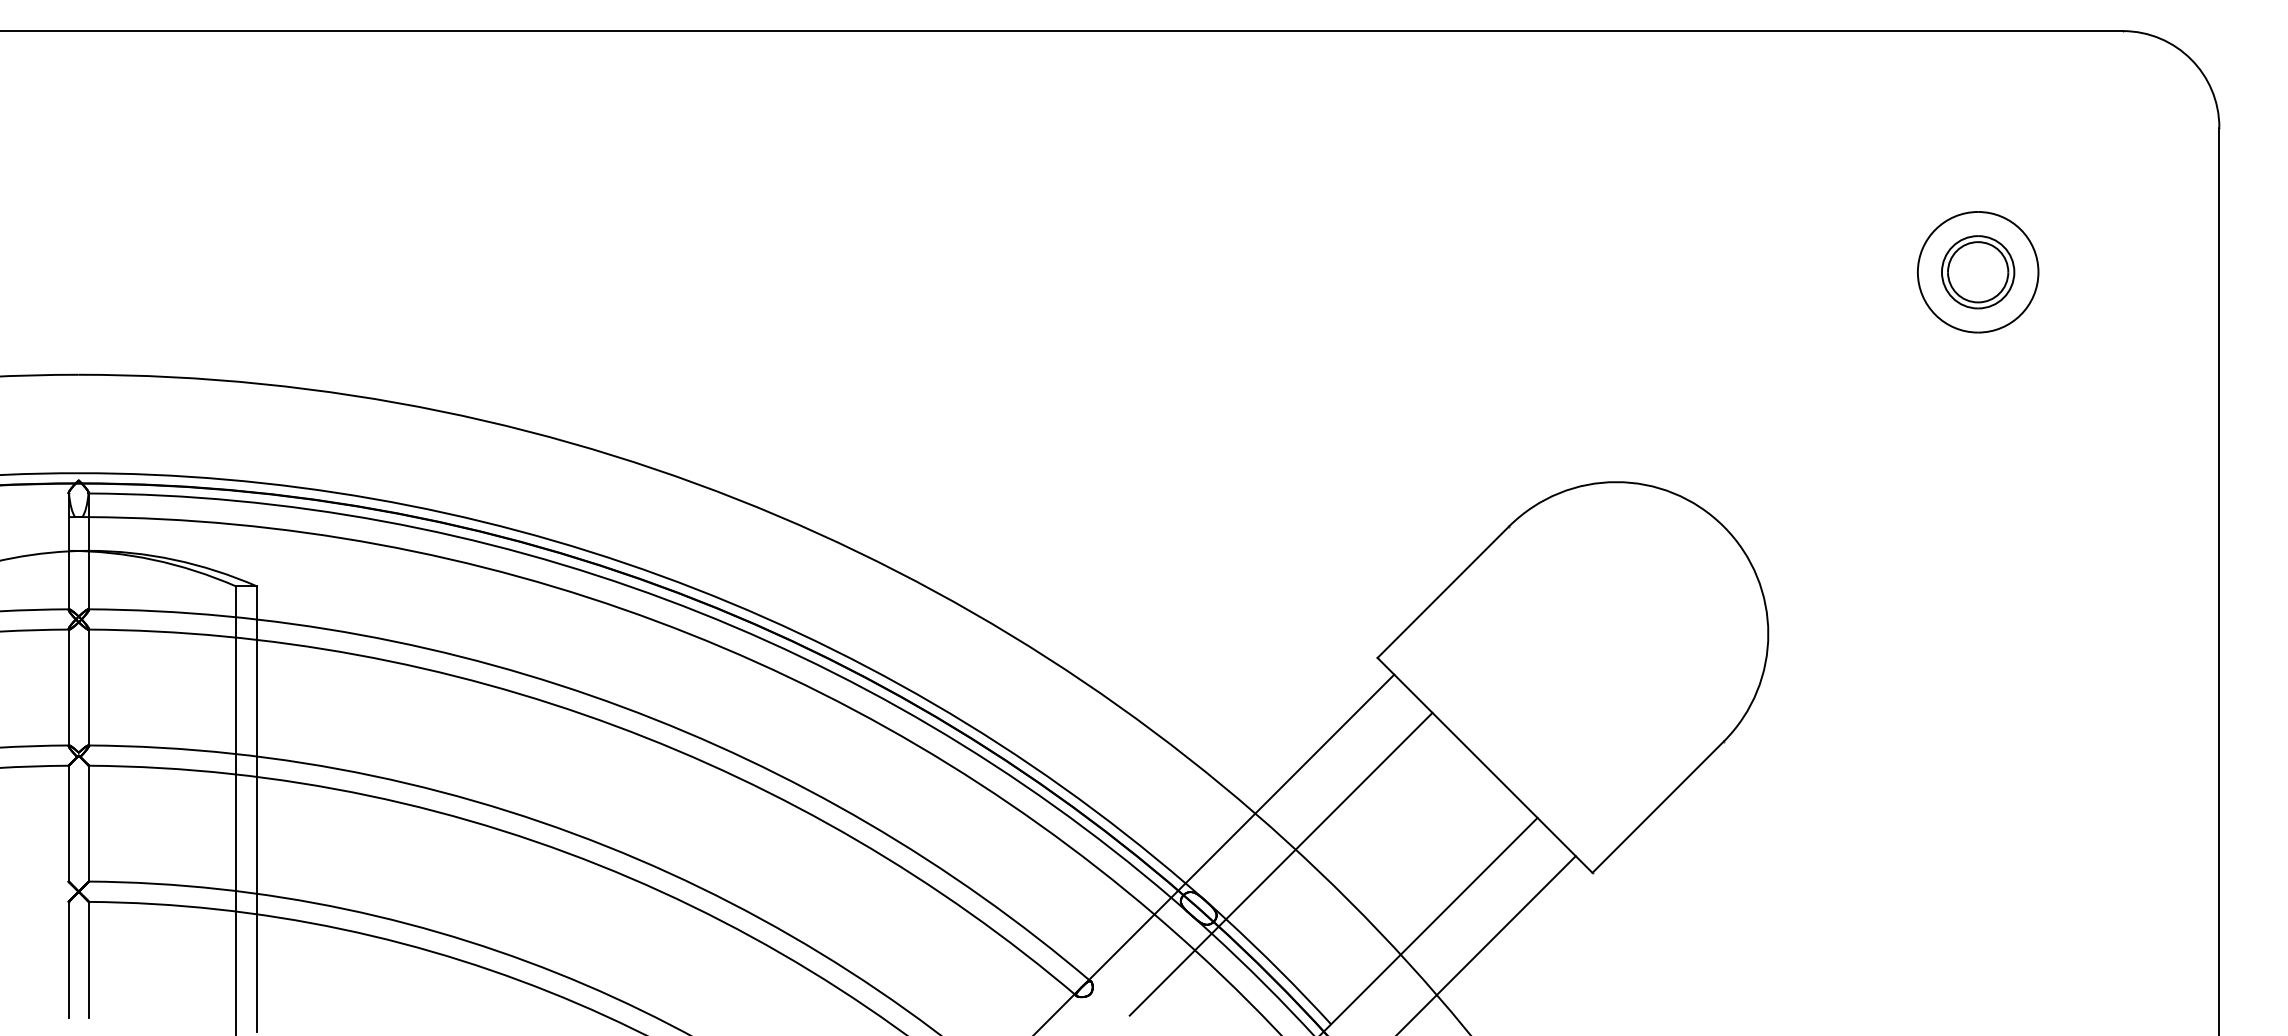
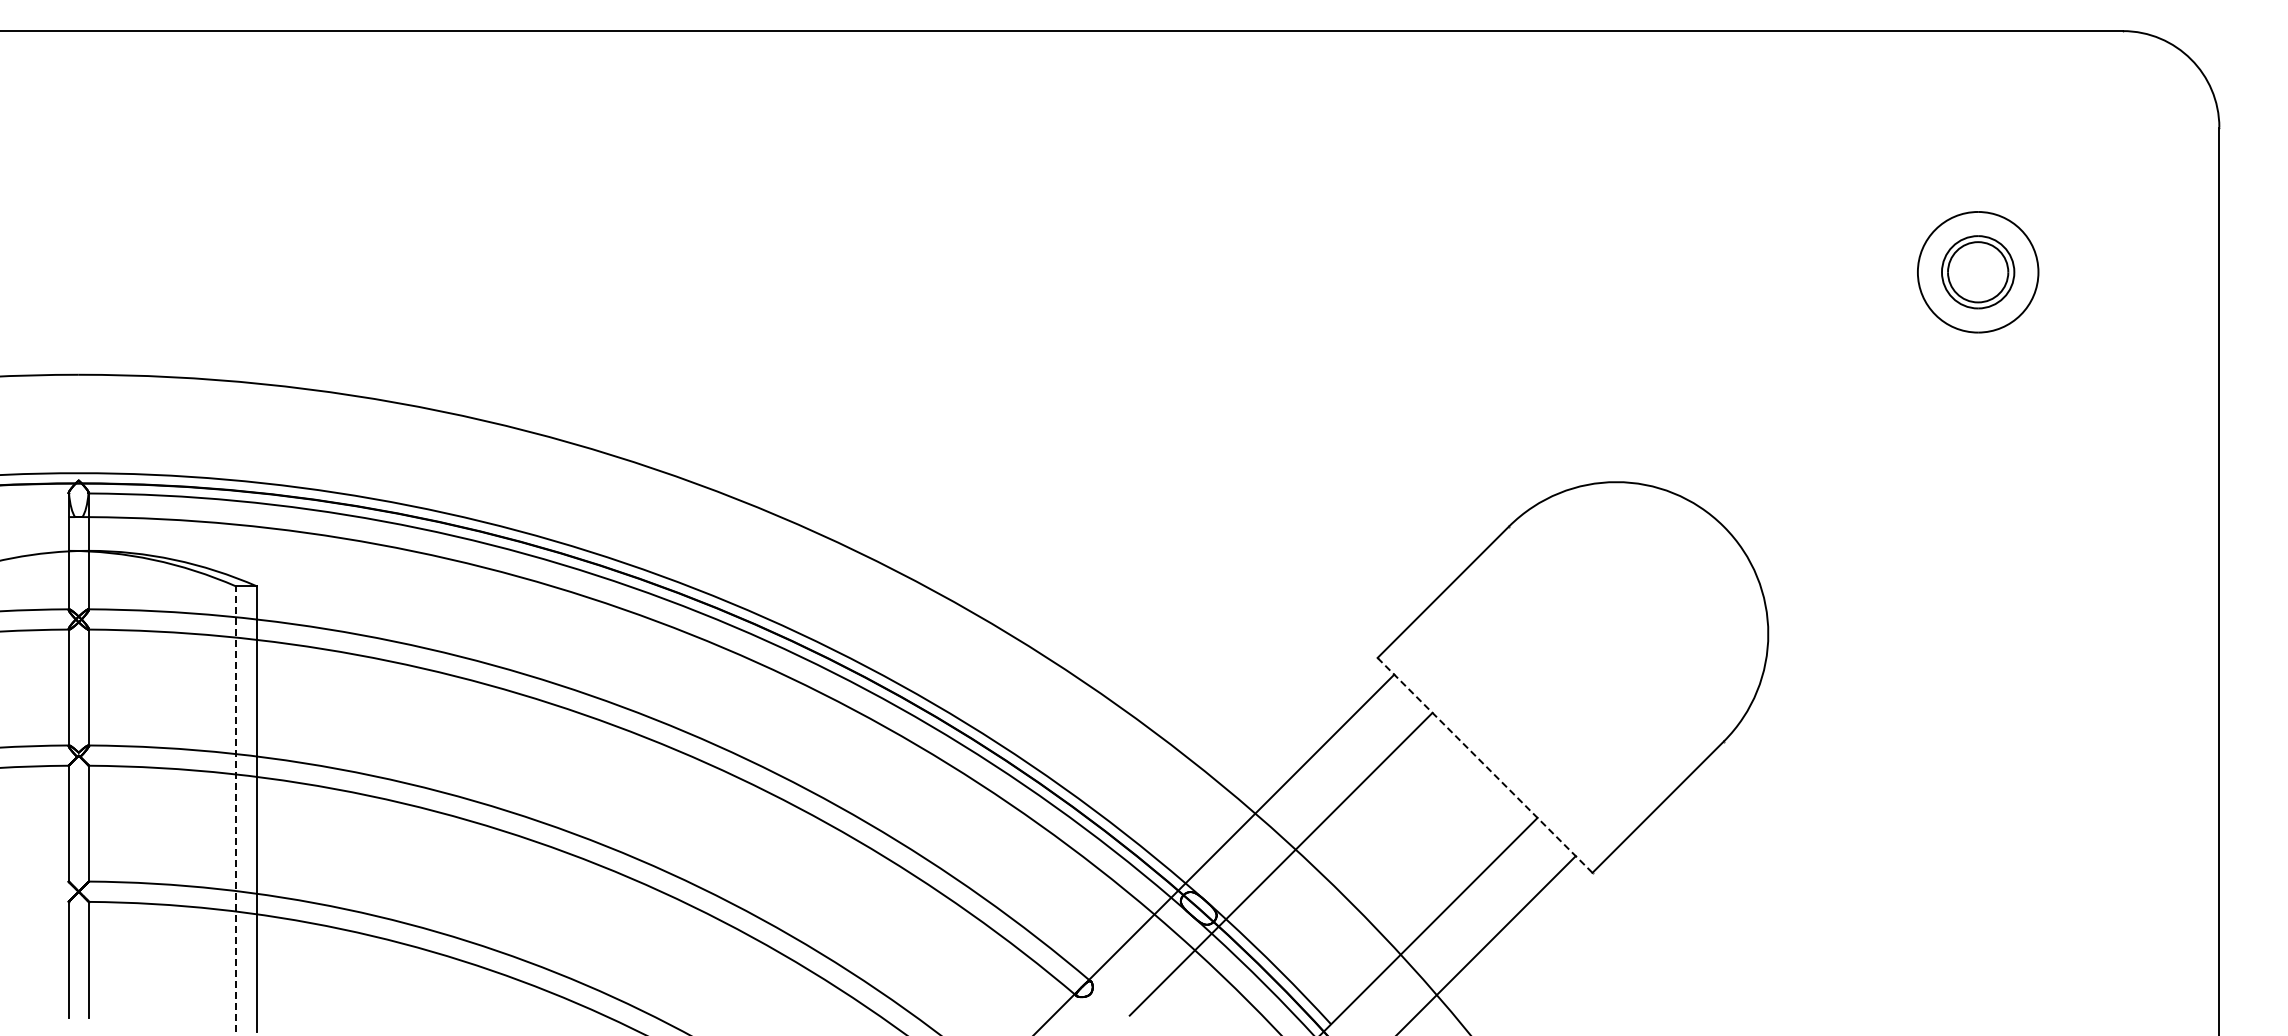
line at (1485, 765): solid -> dashed
line at (236, 810): solid -> dashed
